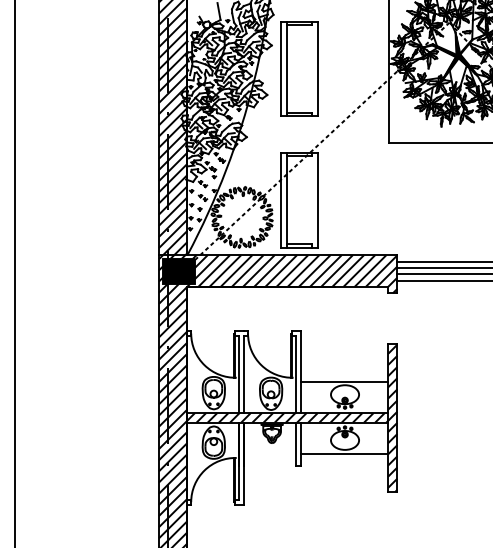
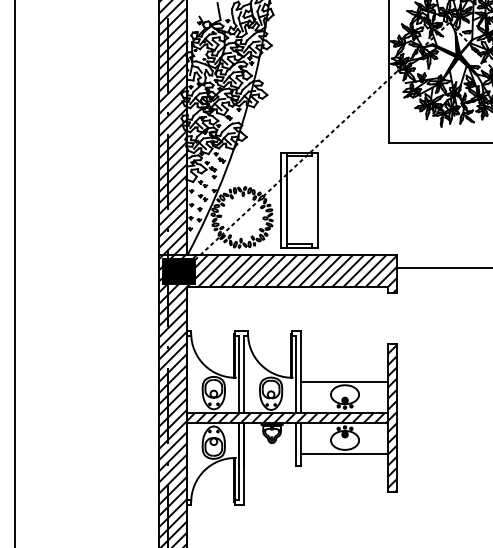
part at (299, 68): present -> none
line at (443, 261): present -> none
line at (443, 274): present -> none
line at (443, 280): present -> none
